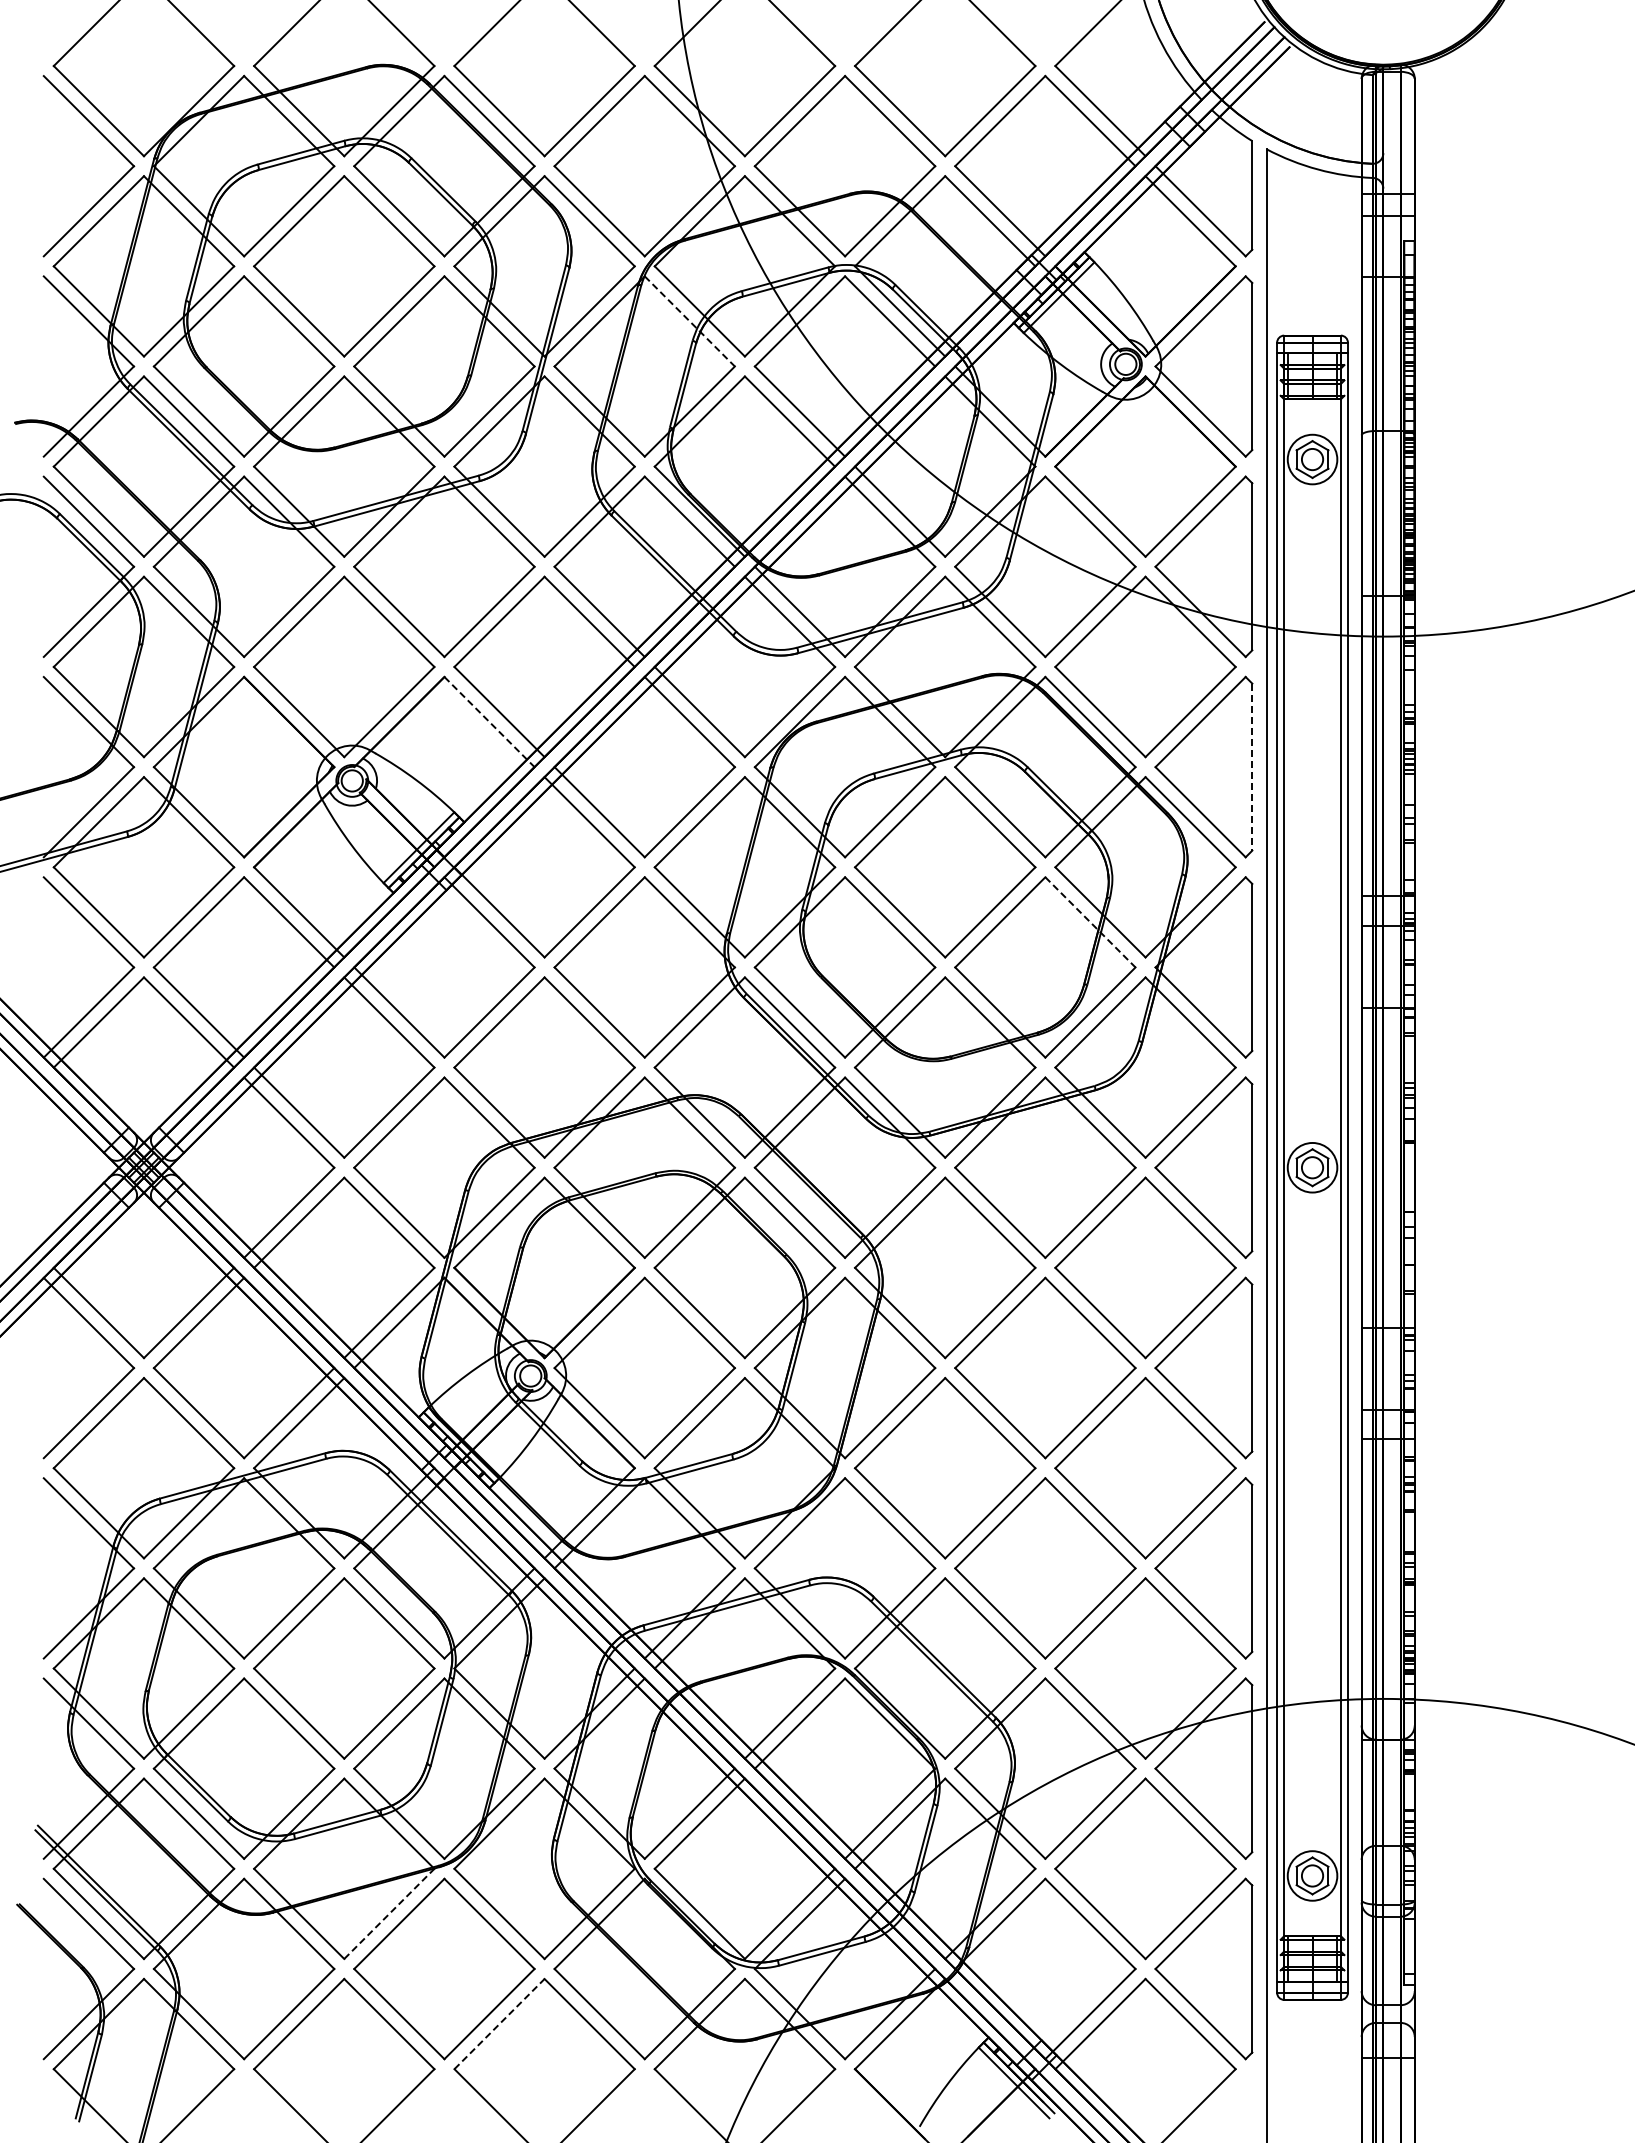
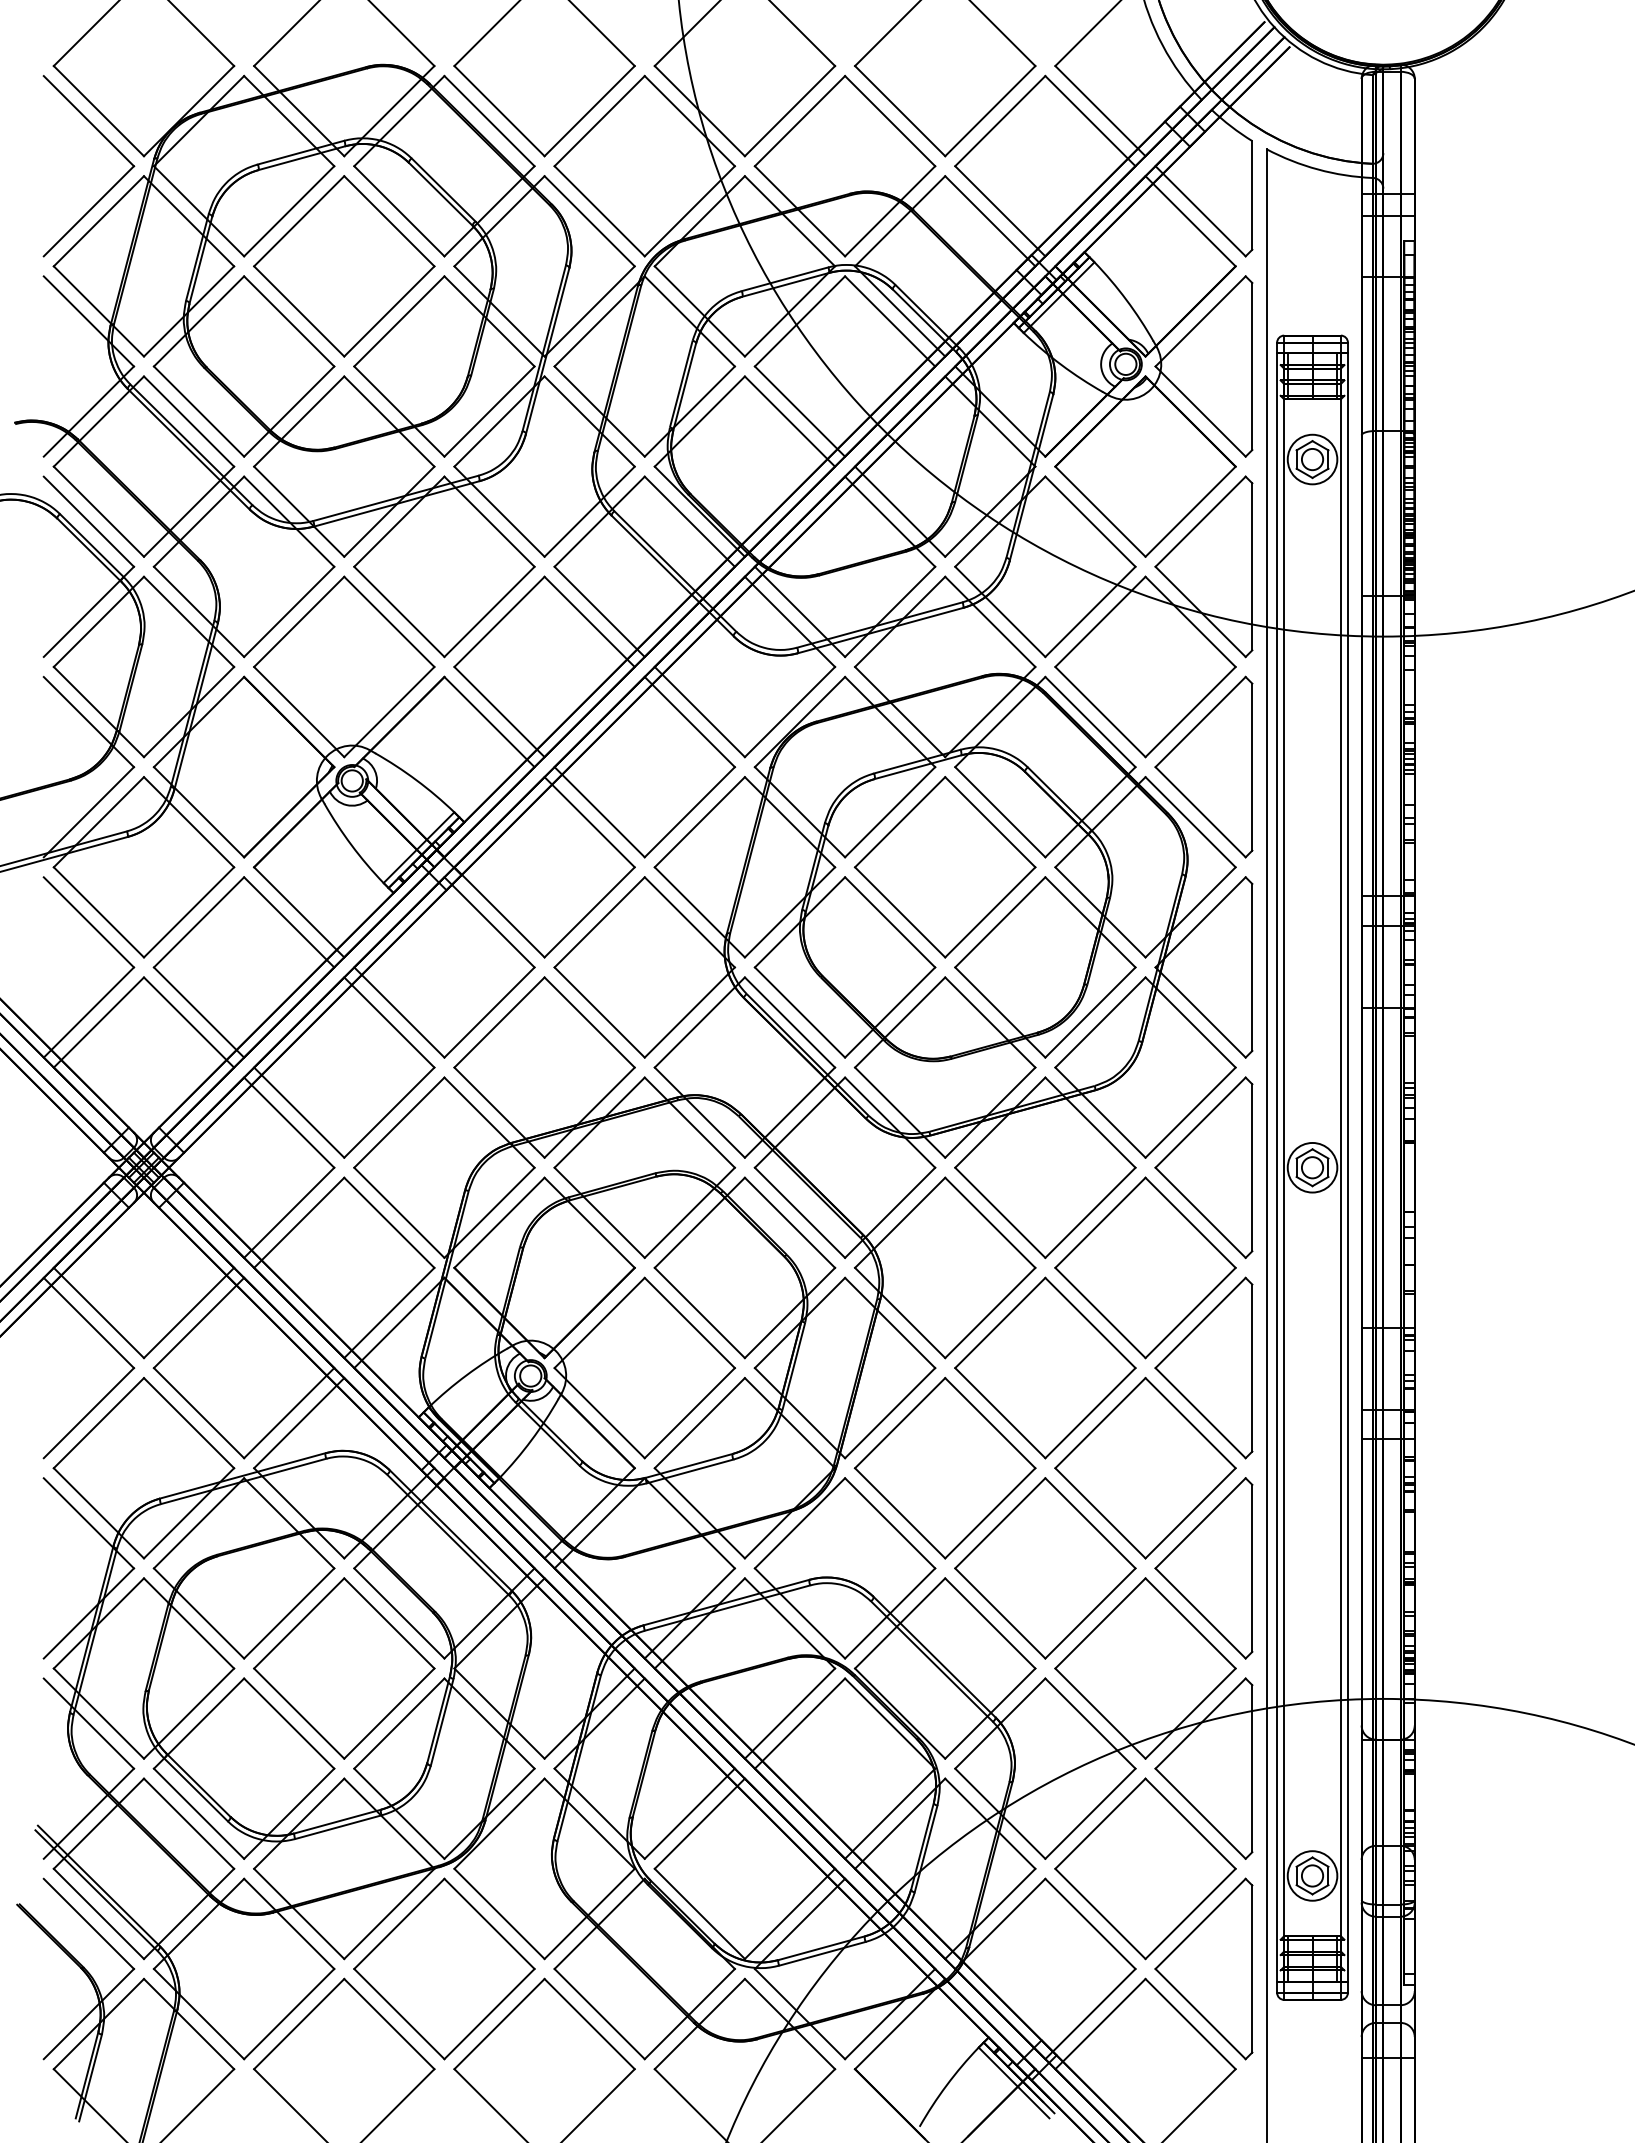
line at (689, 321): dashed -> solid
line at (489, 722): dashed -> solid
line at (1252, 767): dashed -> solid
line at (1090, 922): dashed -> solid
line at (389, 1913): dashed -> solid
line at (499, 2024): dashed -> solid
